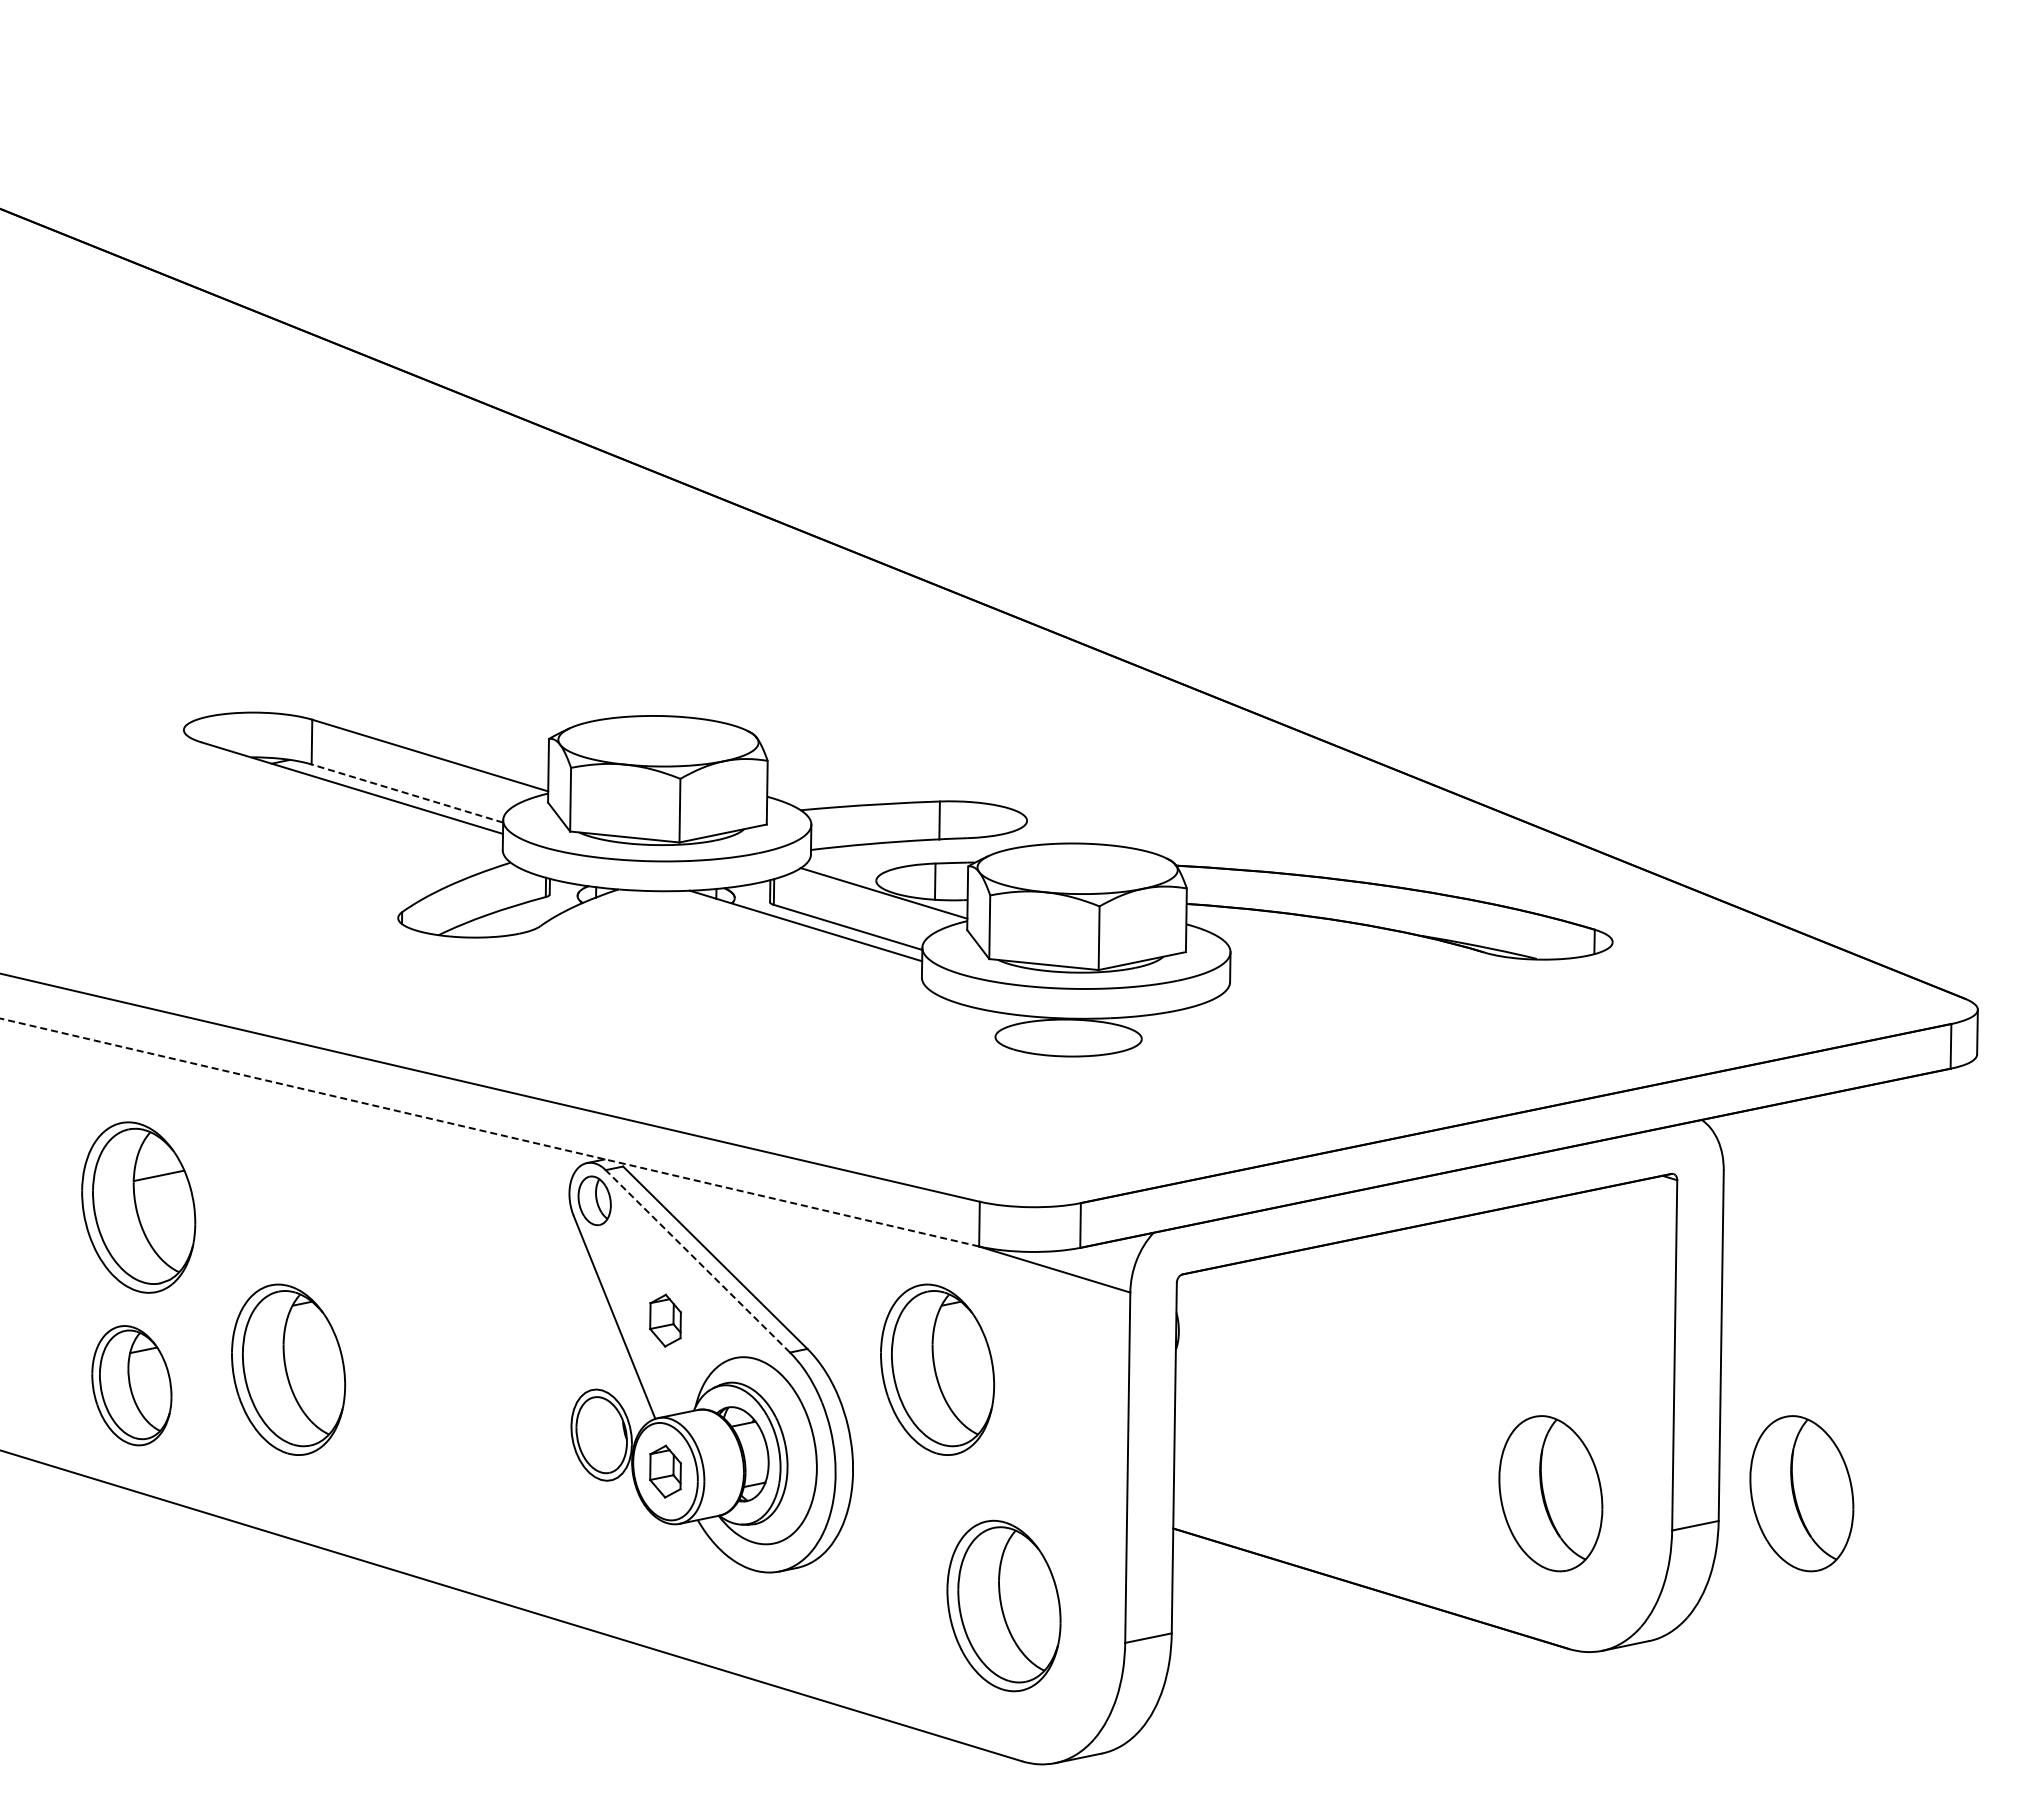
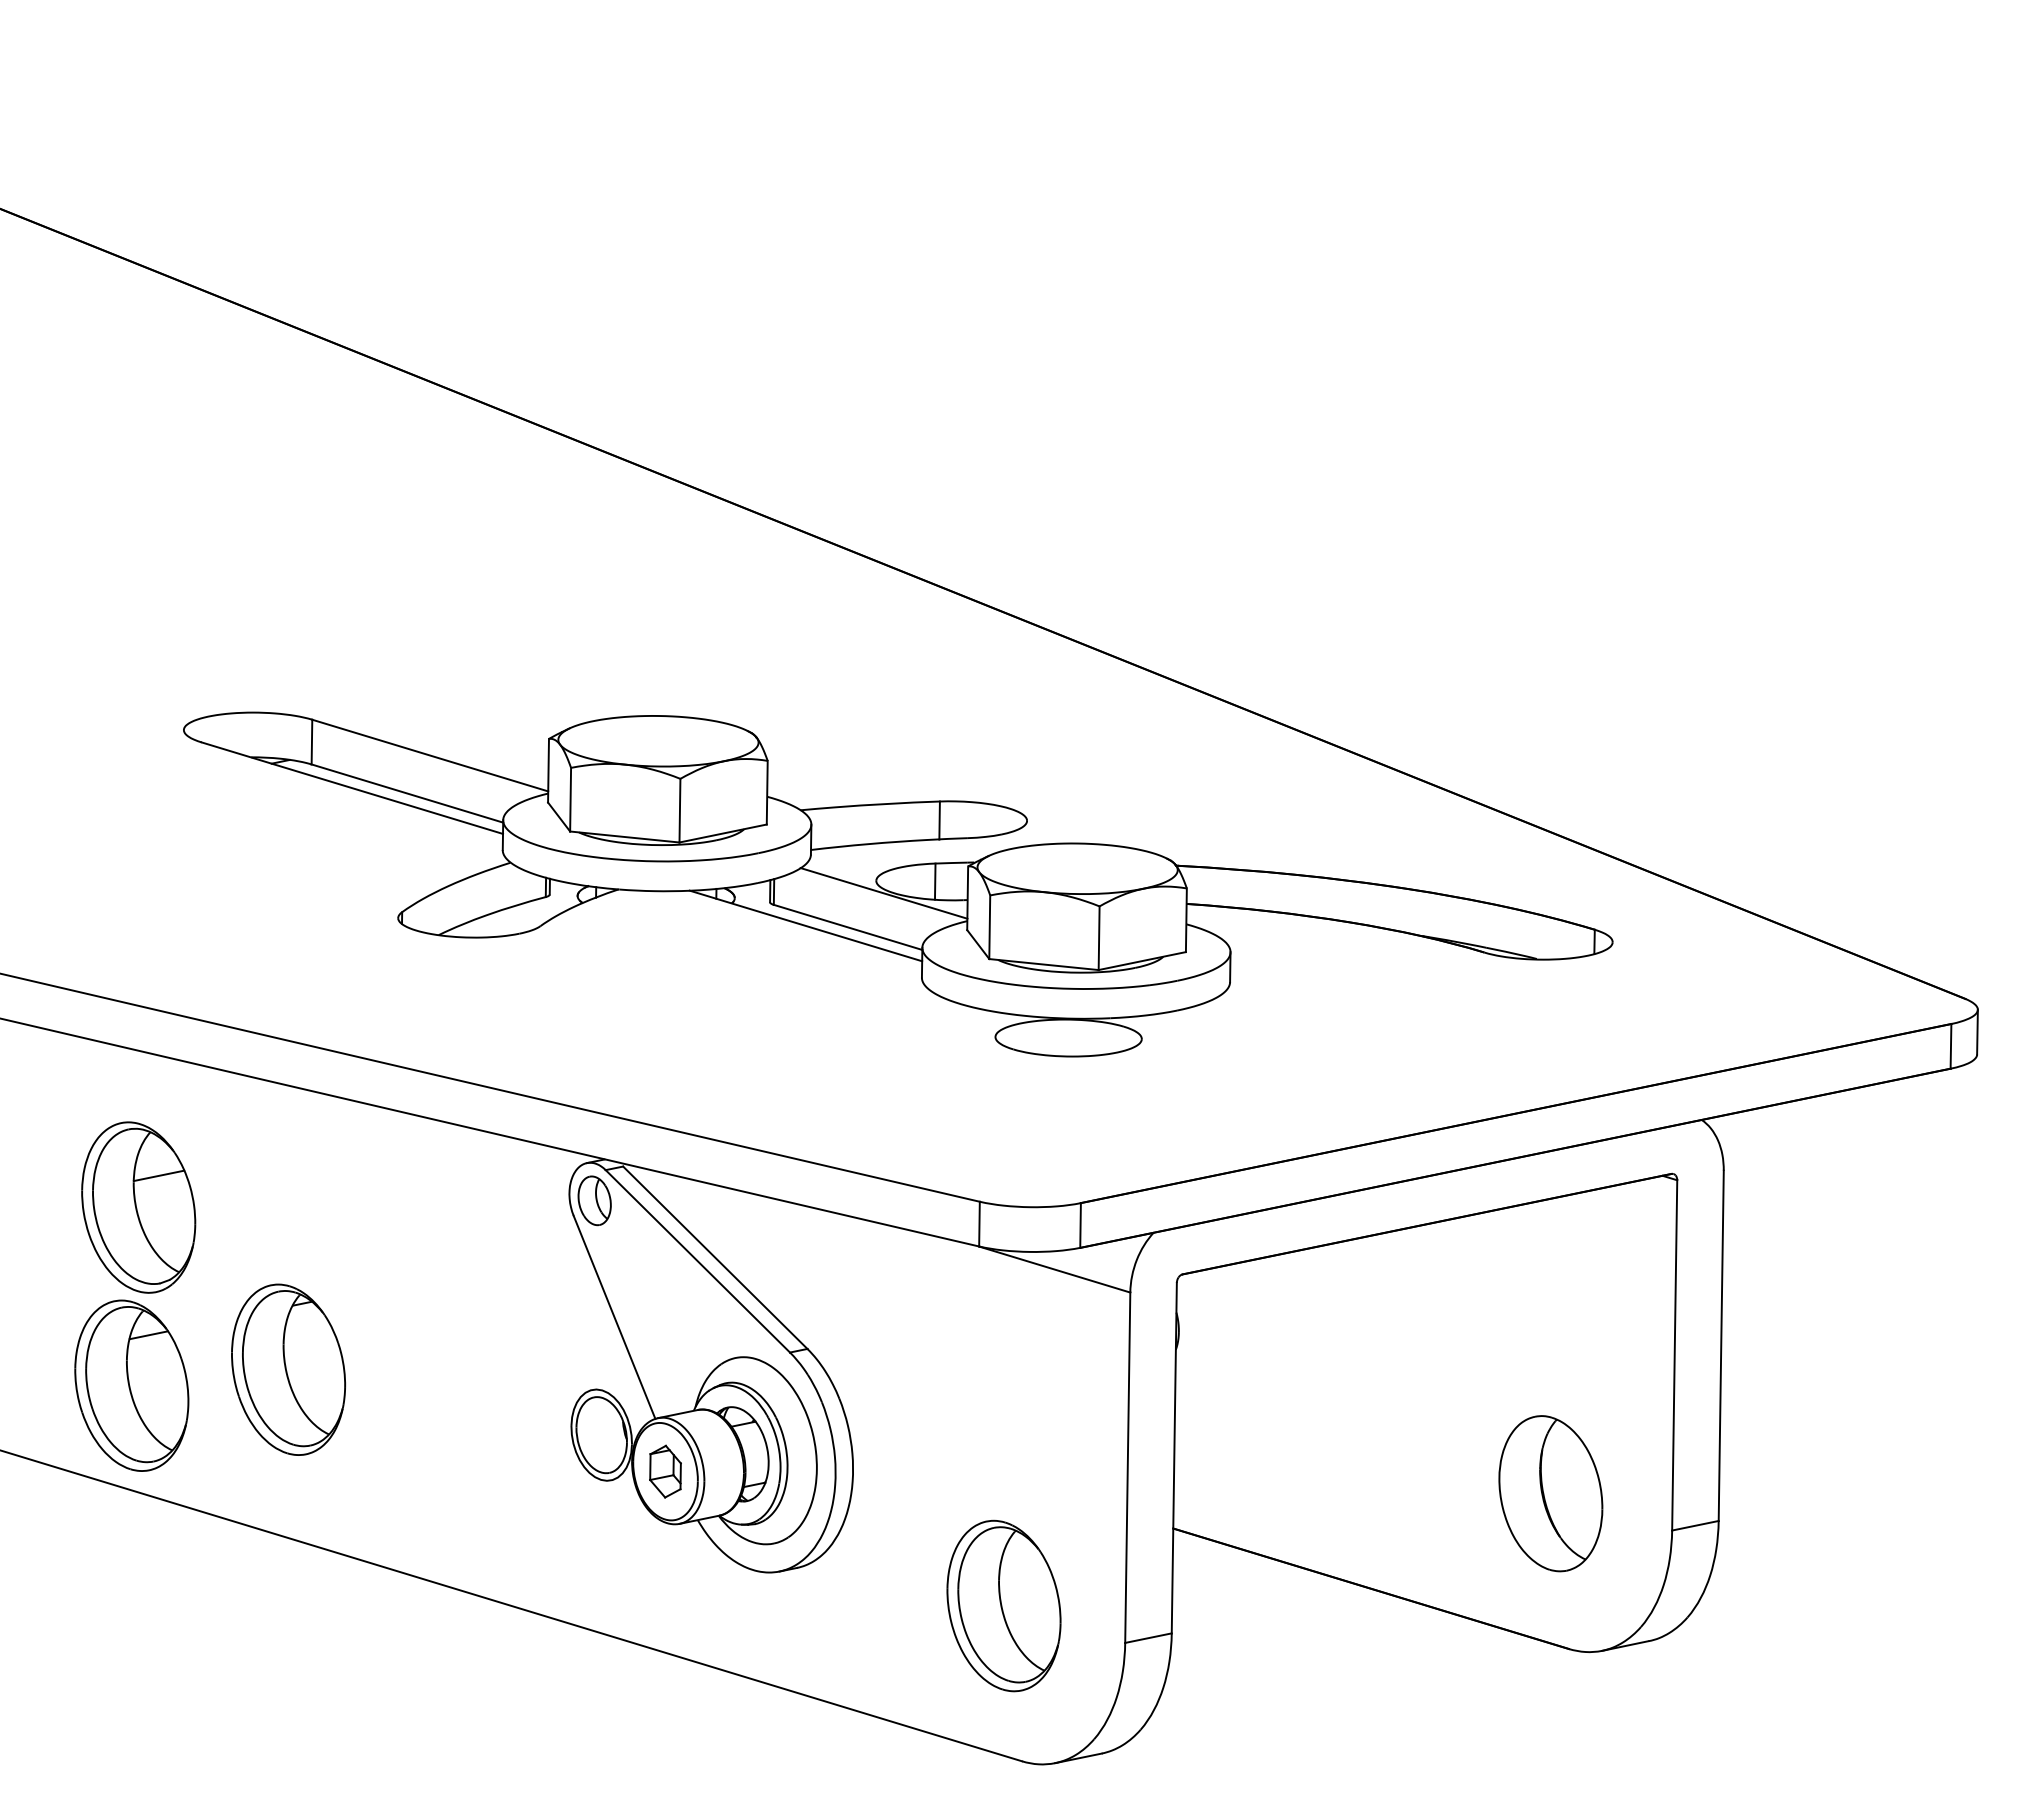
line at (406, 793): dashed -> solid
line at (489, 1132): dashed -> solid
line at (697, 1261): dashed -> solid
part at (665, 1320): present -> none
part at (937, 1369): present -> none
part at (131, 1385) size: 82x122 px -> 116x173 px
part at (1801, 1493): present -> none
